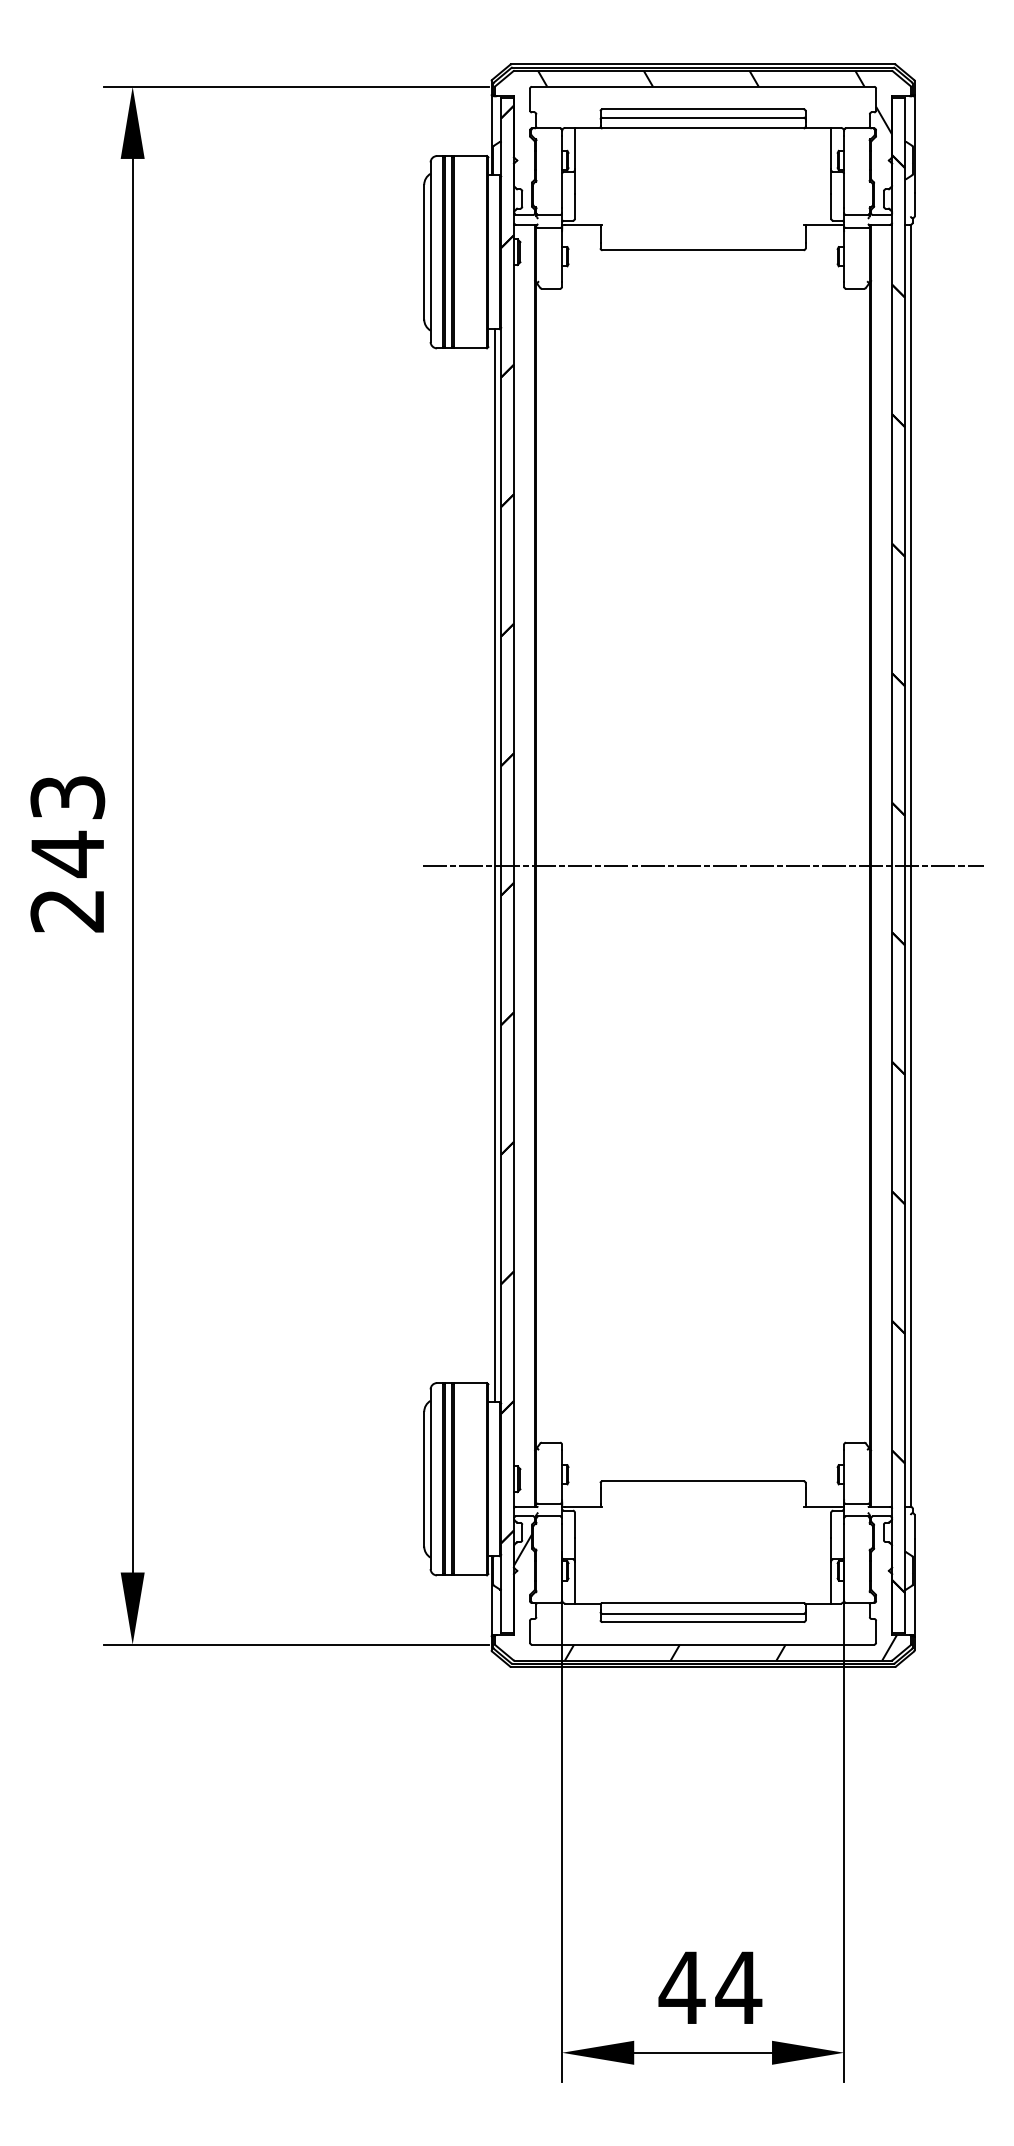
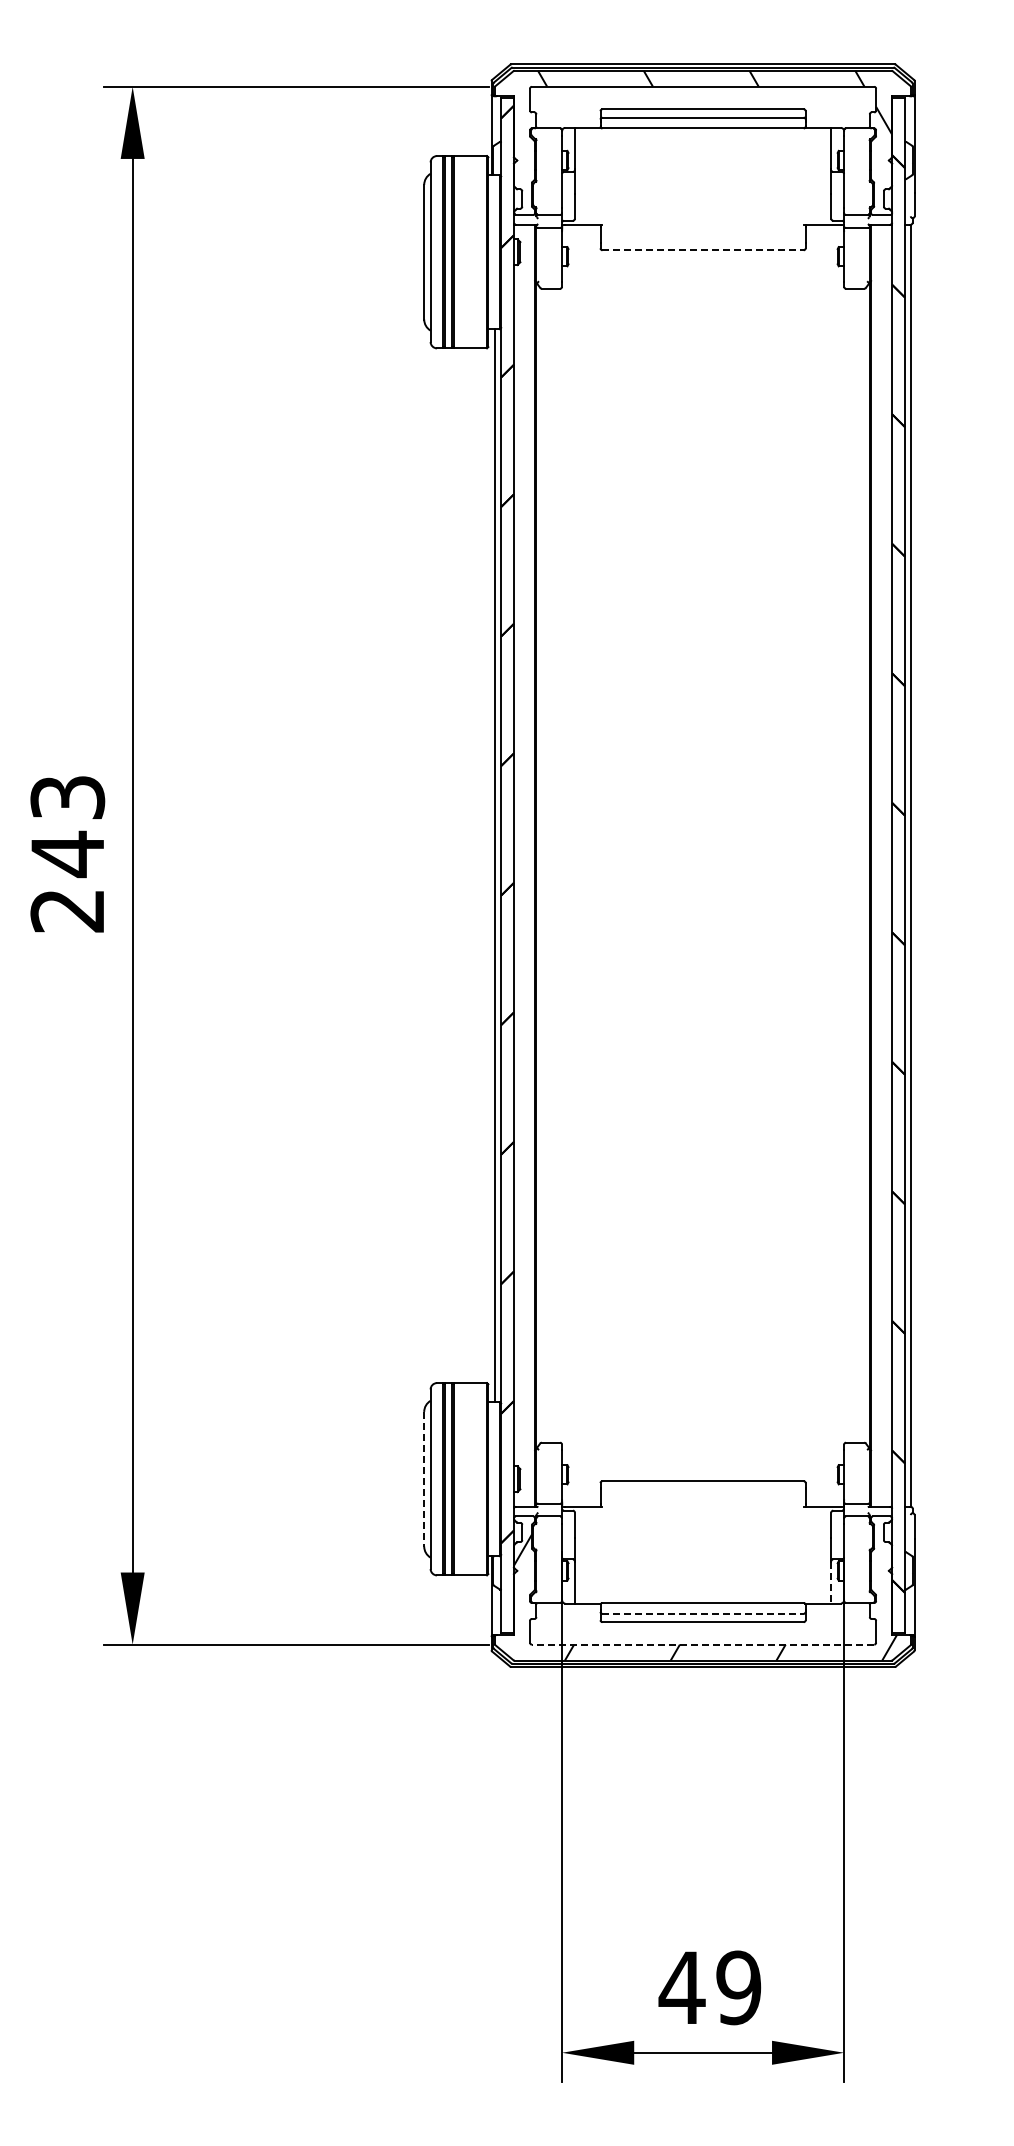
line at (703, 250): solid -> dashed
line at (702, 865): present -> none
line at (424, 1479): solid -> dashed
line at (831, 1582): solid -> dashed
line at (703, 1613): solid -> dashed
line at (702, 1644): solid -> dashed
text at (738, 1987): 44 -> 49
